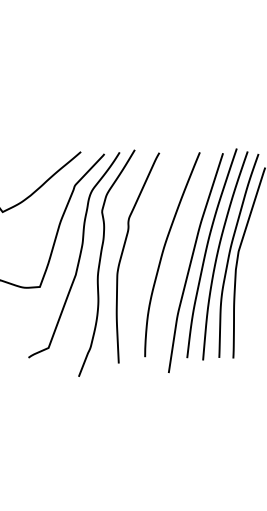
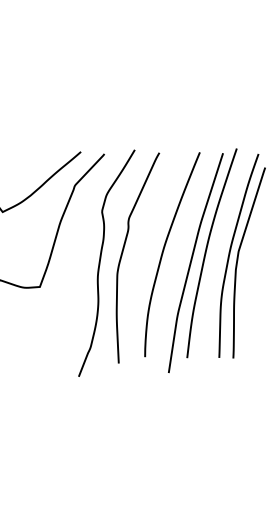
curve at (218, 254): present -> none
curve at (78, 257): present -> none
